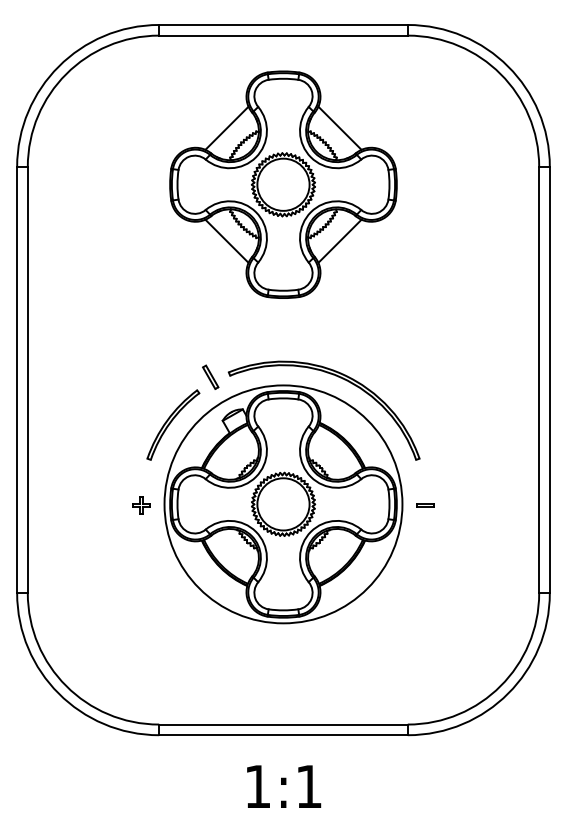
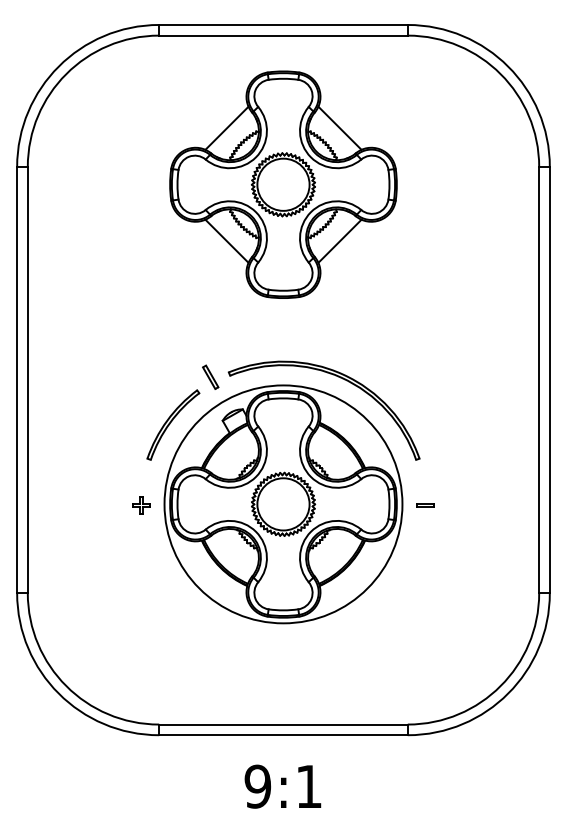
text at (257, 786): 1:1 -> 9:1
